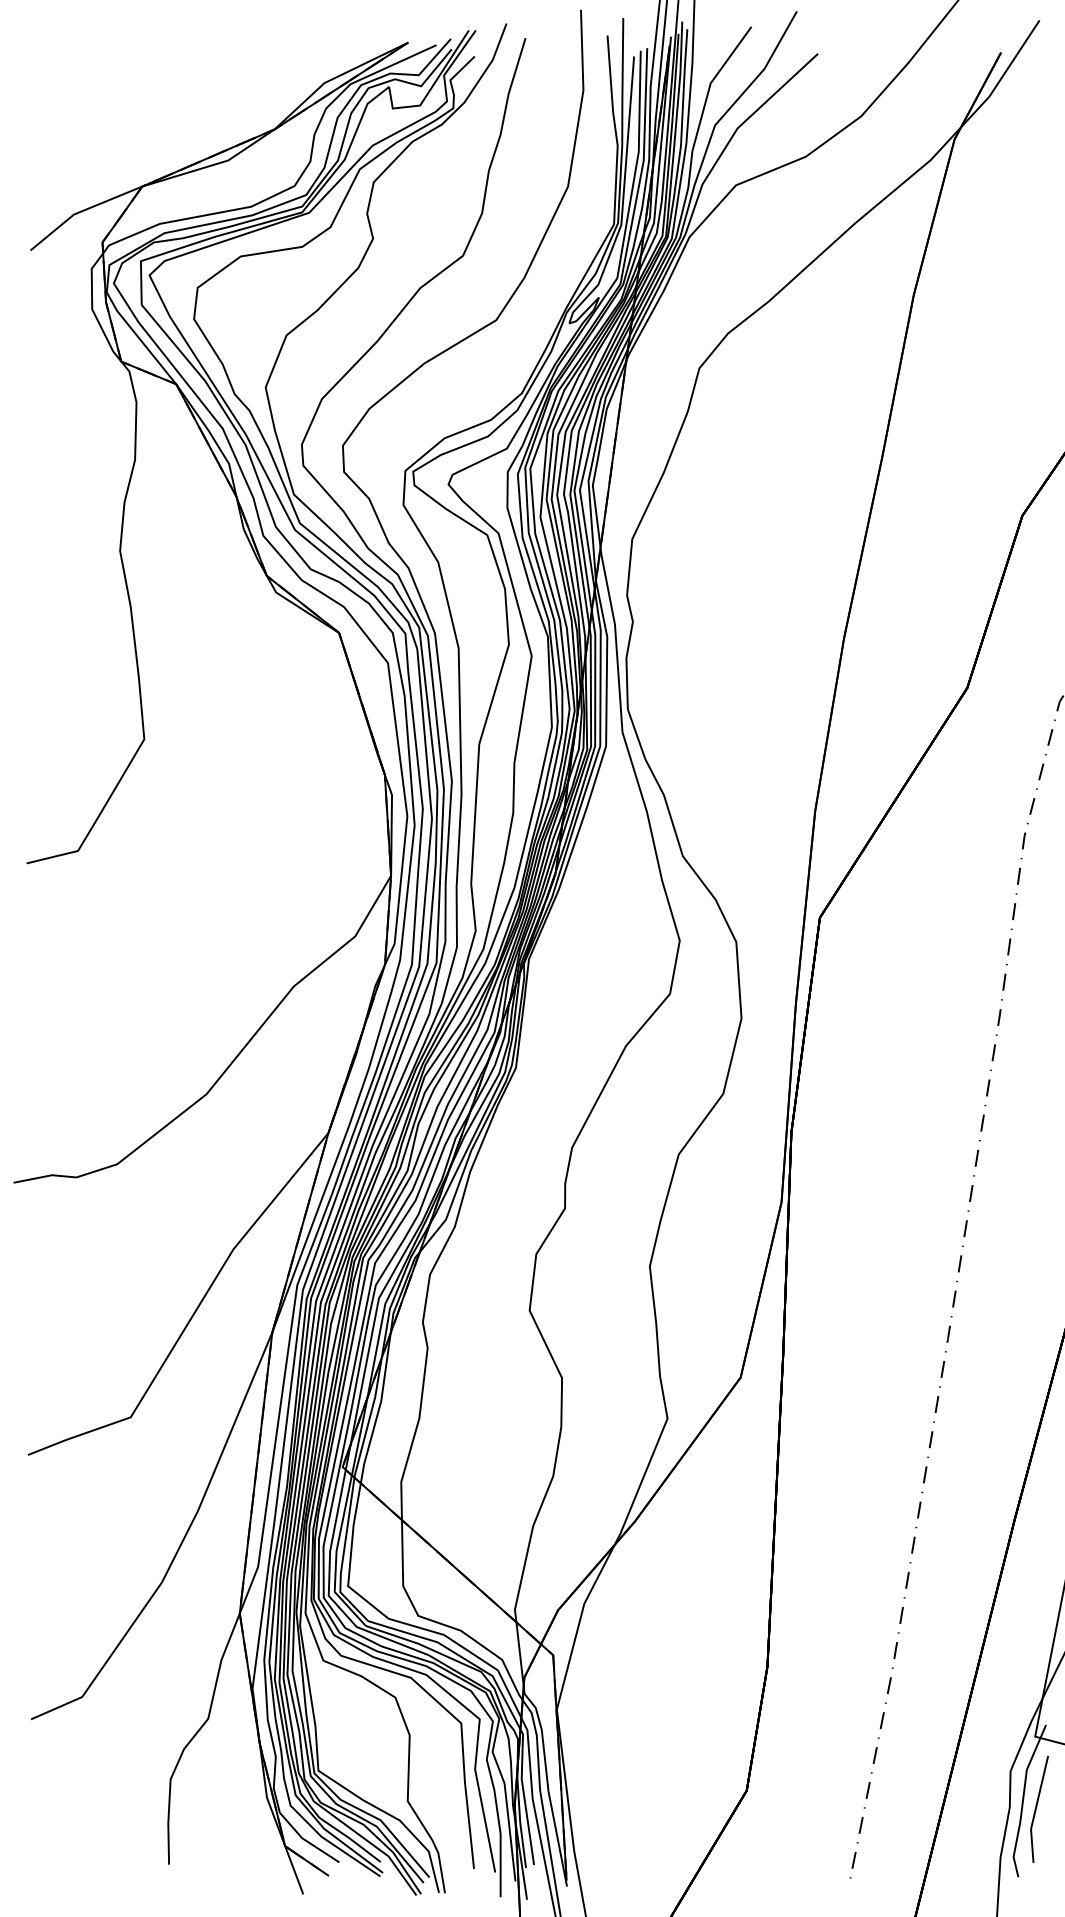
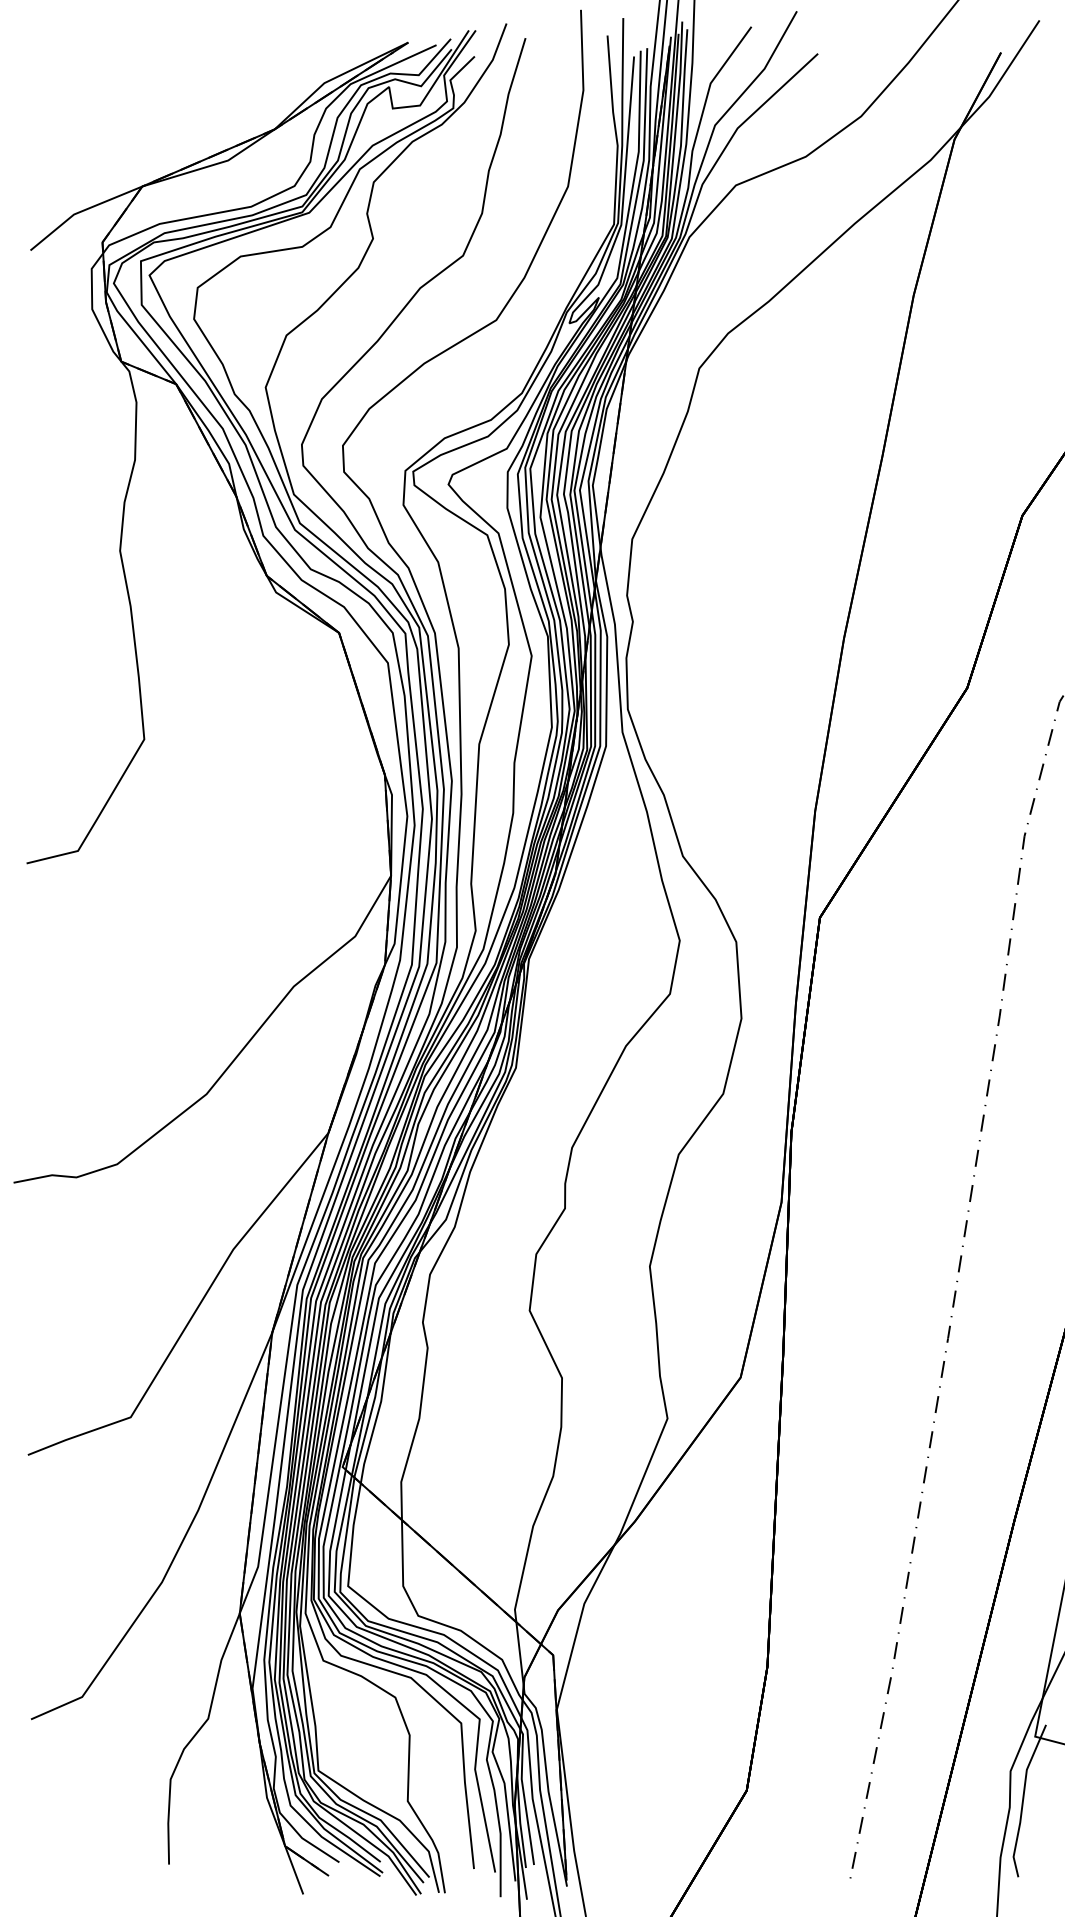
line at (1037, 1806): present -> none
